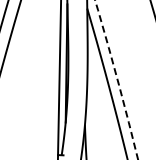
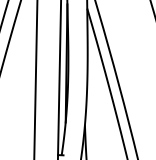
line at (35, 79): none -> present
arc at (117, 79): dashed -> solid
